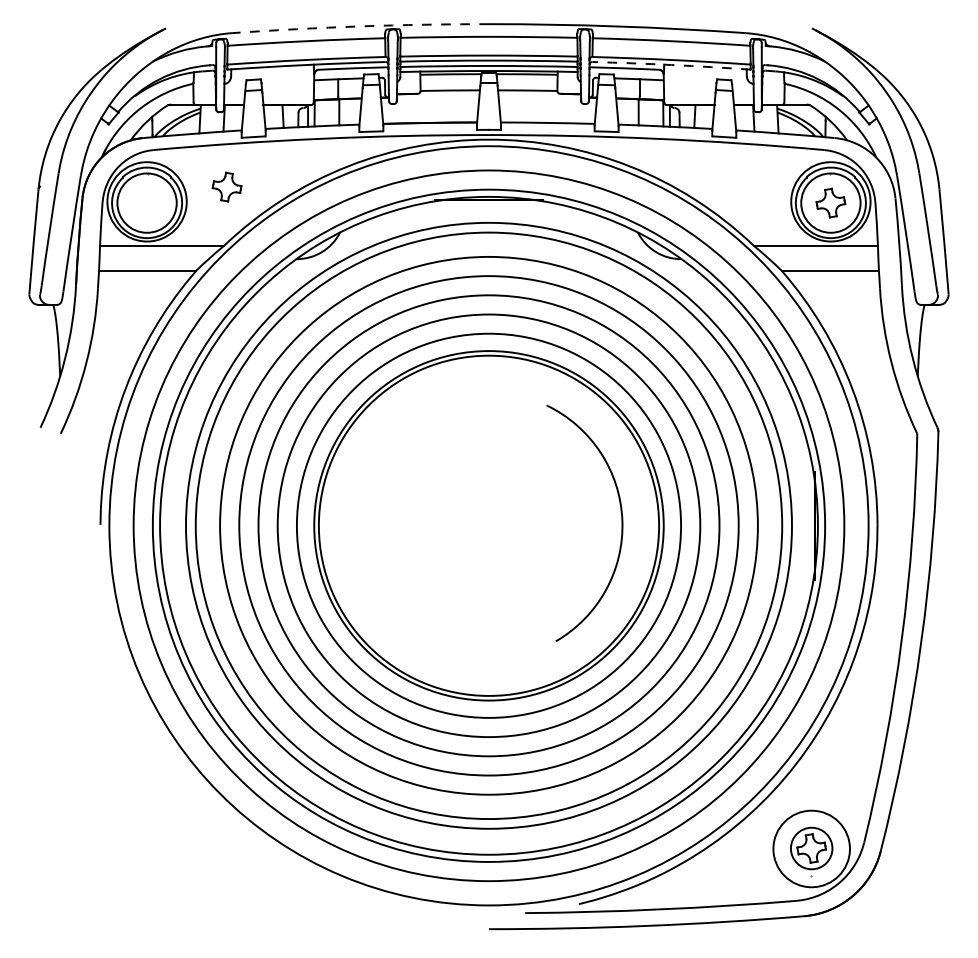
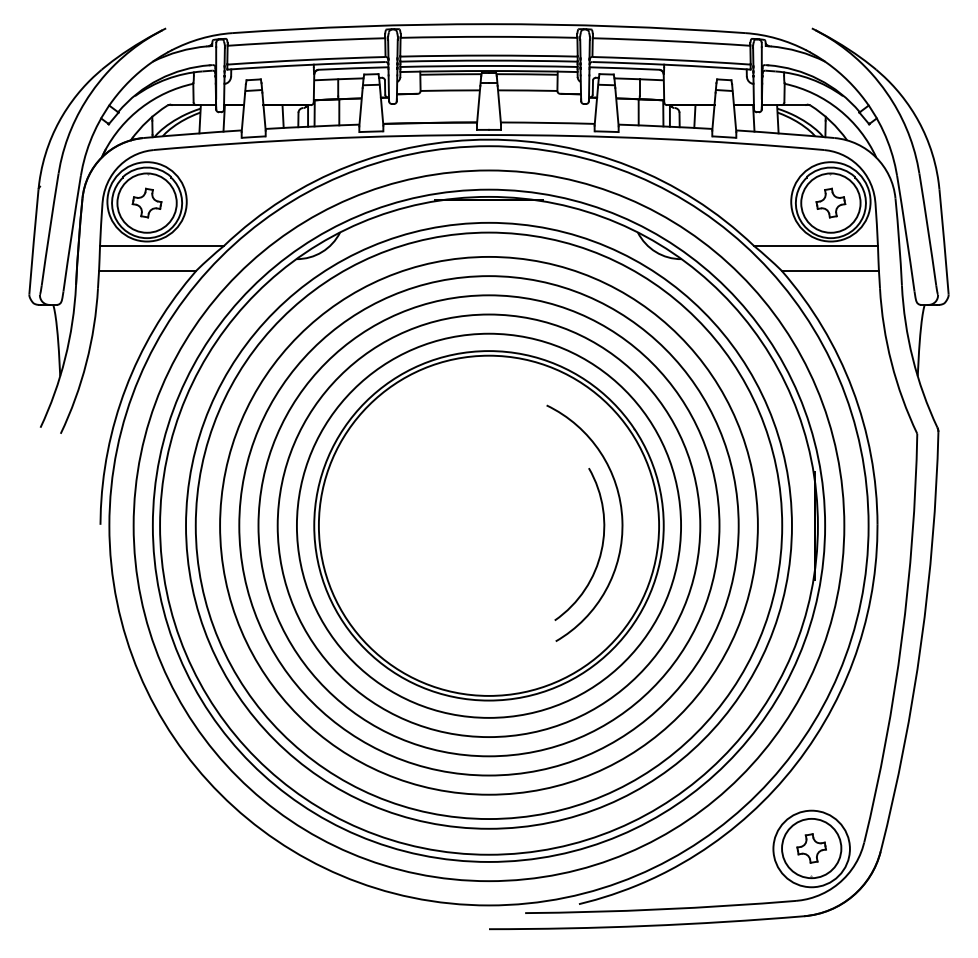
arc at (360, 26): dashed -> solid
arc at (671, 65): dashed -> solid
part at (226, 186) position: (226, 186) -> (146, 202)
arc at (600, 549): none -> present
circle at (811, 848) diameter: 42 px -> 59 px
